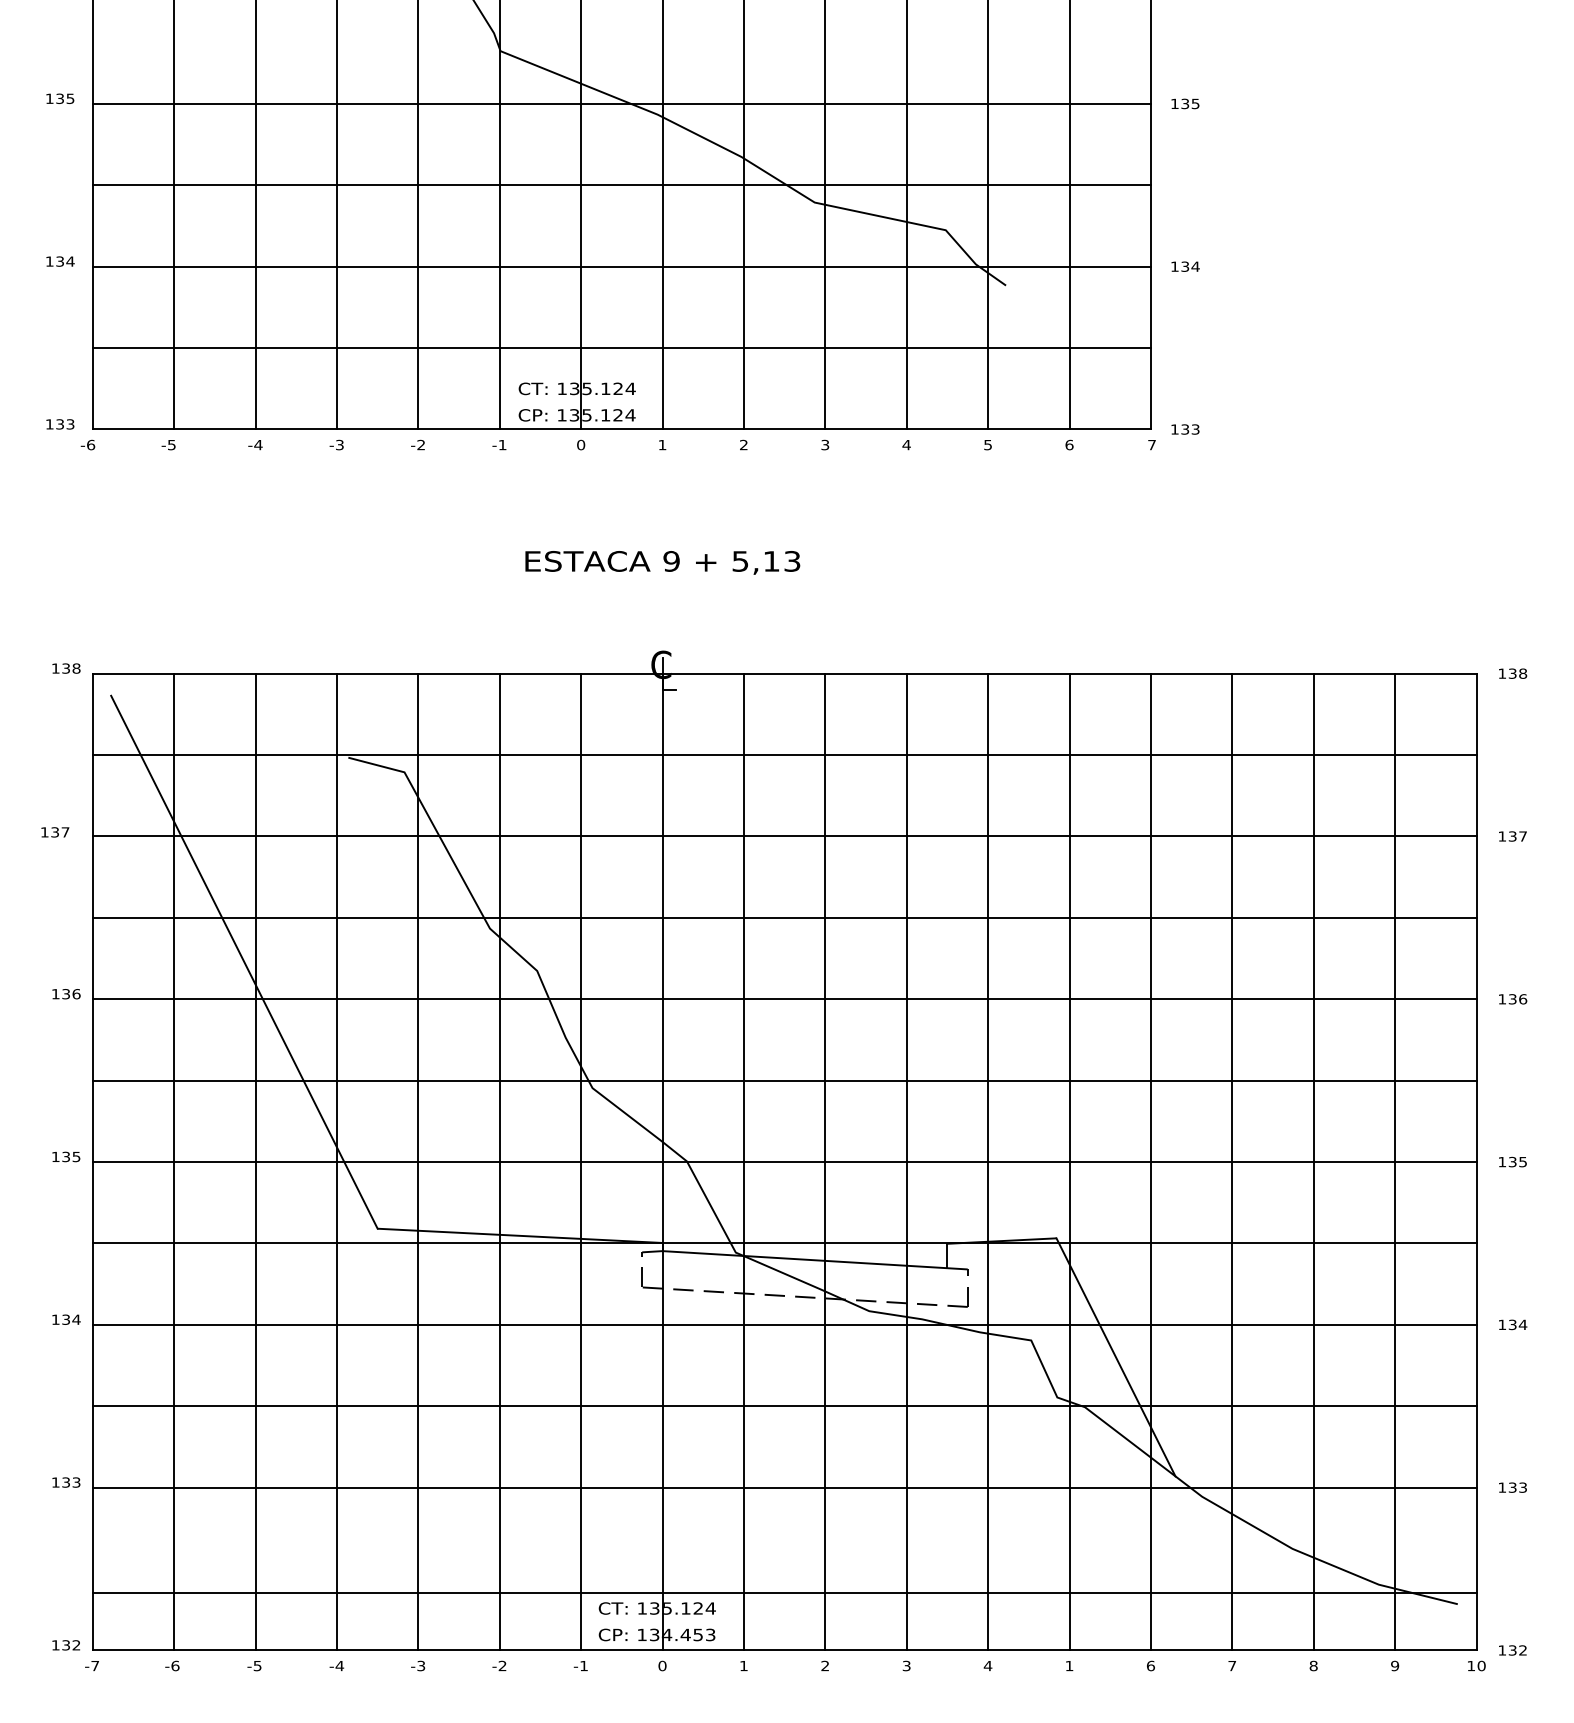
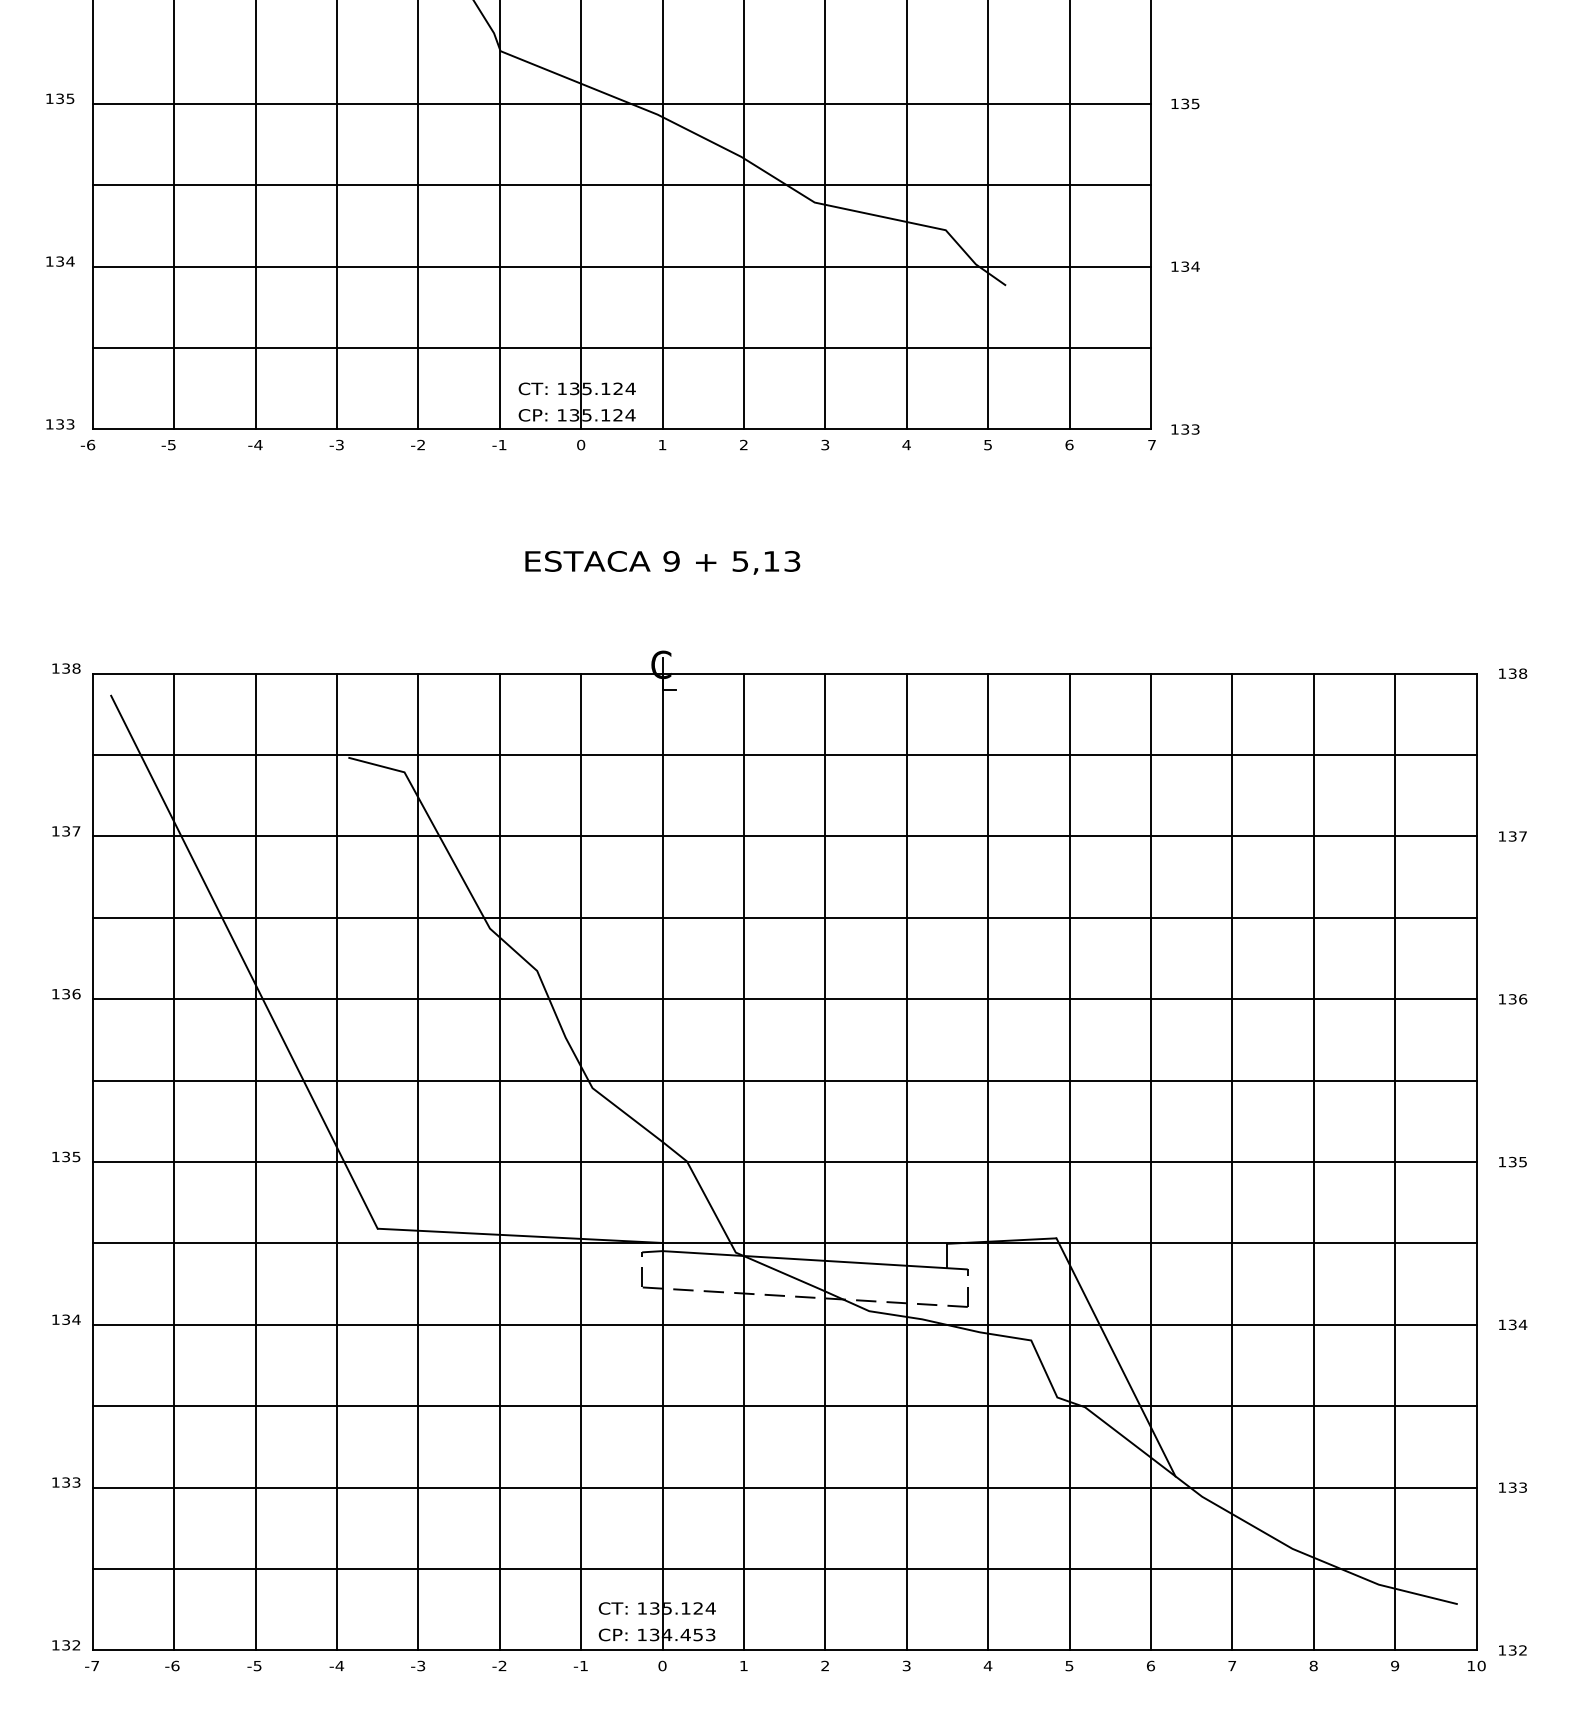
text at (55, 832) position: (55, 832) -> (66, 831)
line at (784, 1593) position: (784, 1593) -> (784, 1569)
text at (1069, 1666): 1 -> 5
